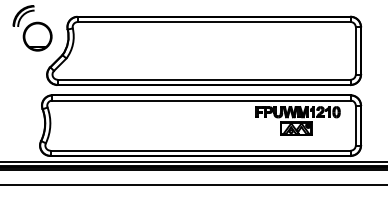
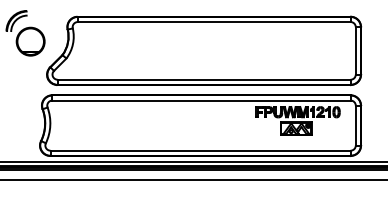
part at (32, 28) position: (32, 28) -> (25, 33)
line at (193, 185) position: (193, 185) -> (193, 180)
